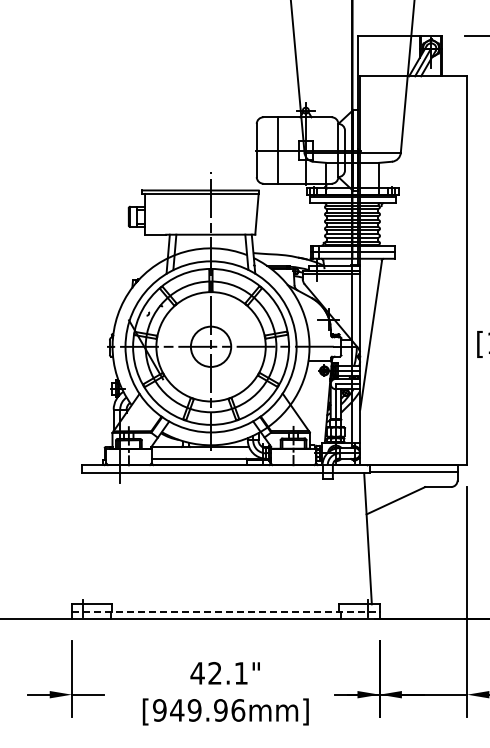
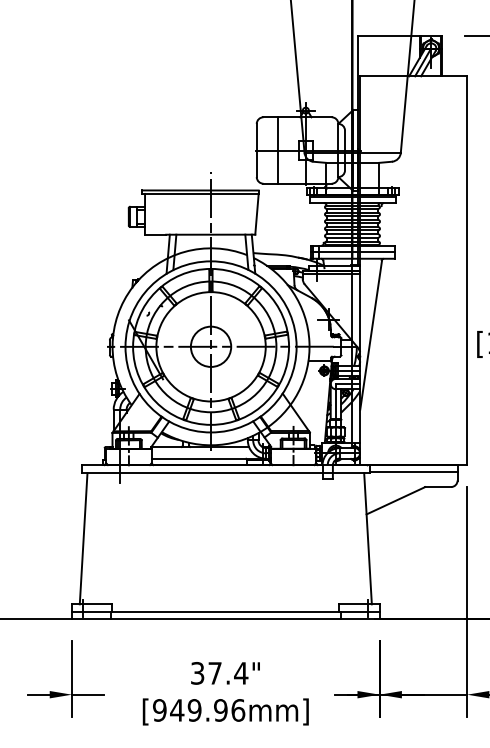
line at (83, 538): none -> present
line at (225, 612): dashed -> solid
text at (219, 673): 42.1" -> 37.4"
